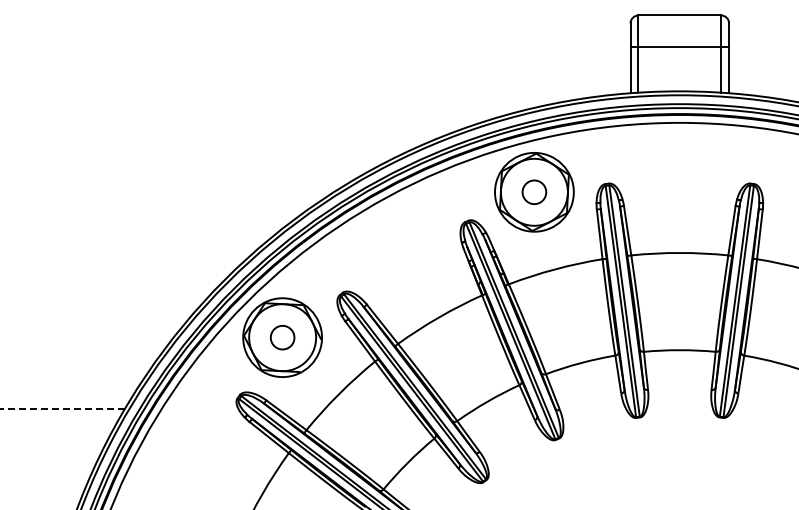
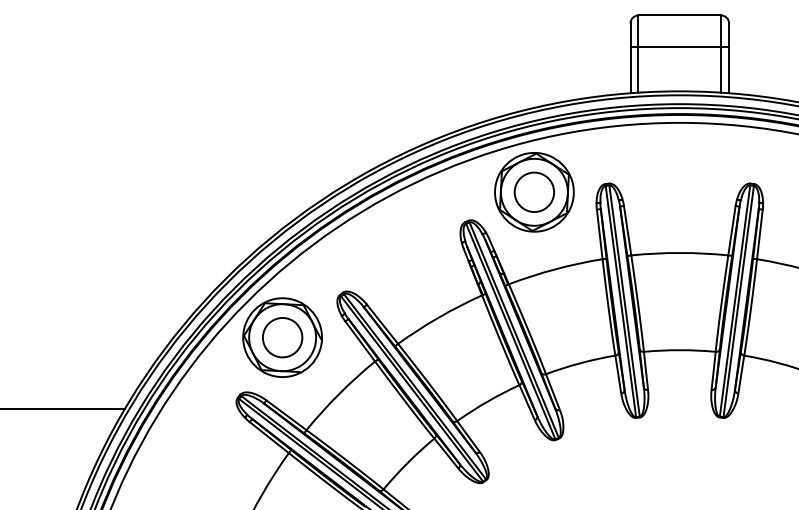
circle at (534, 192) diameter: 24 px -> 39 px
circle at (282, 337) diameter: 24 px -> 39 px
line at (62, 409): dashed -> solid
